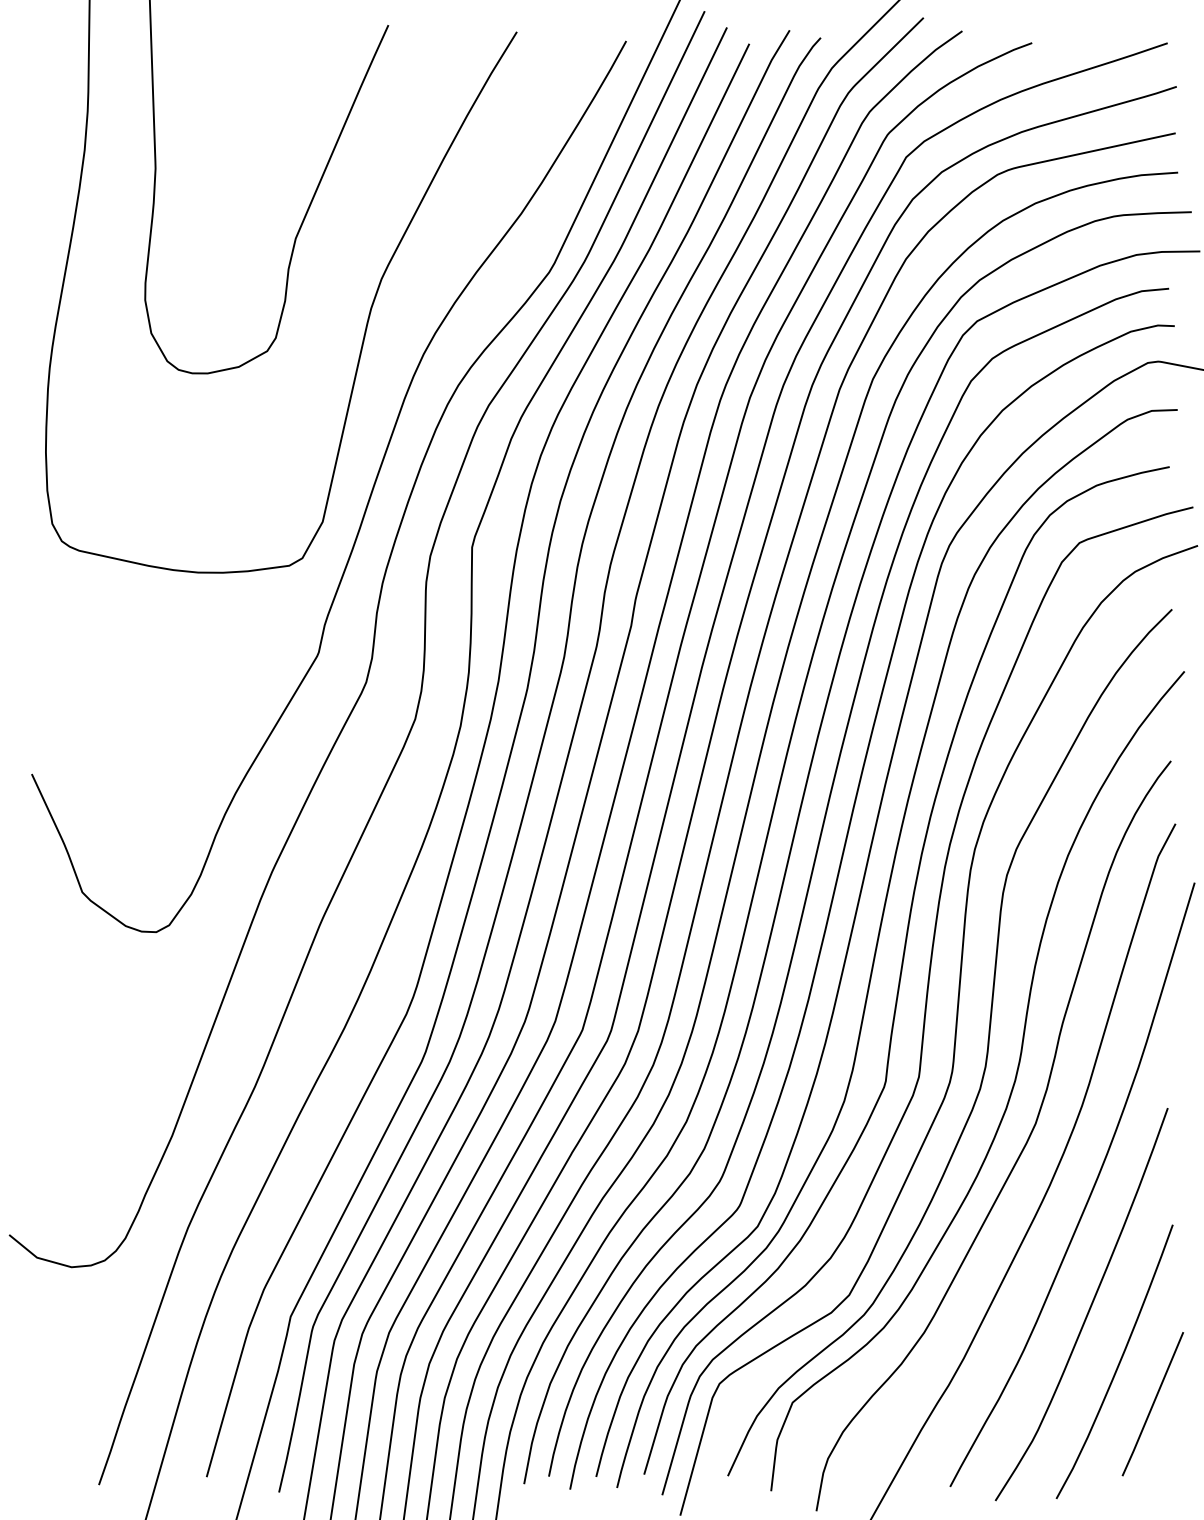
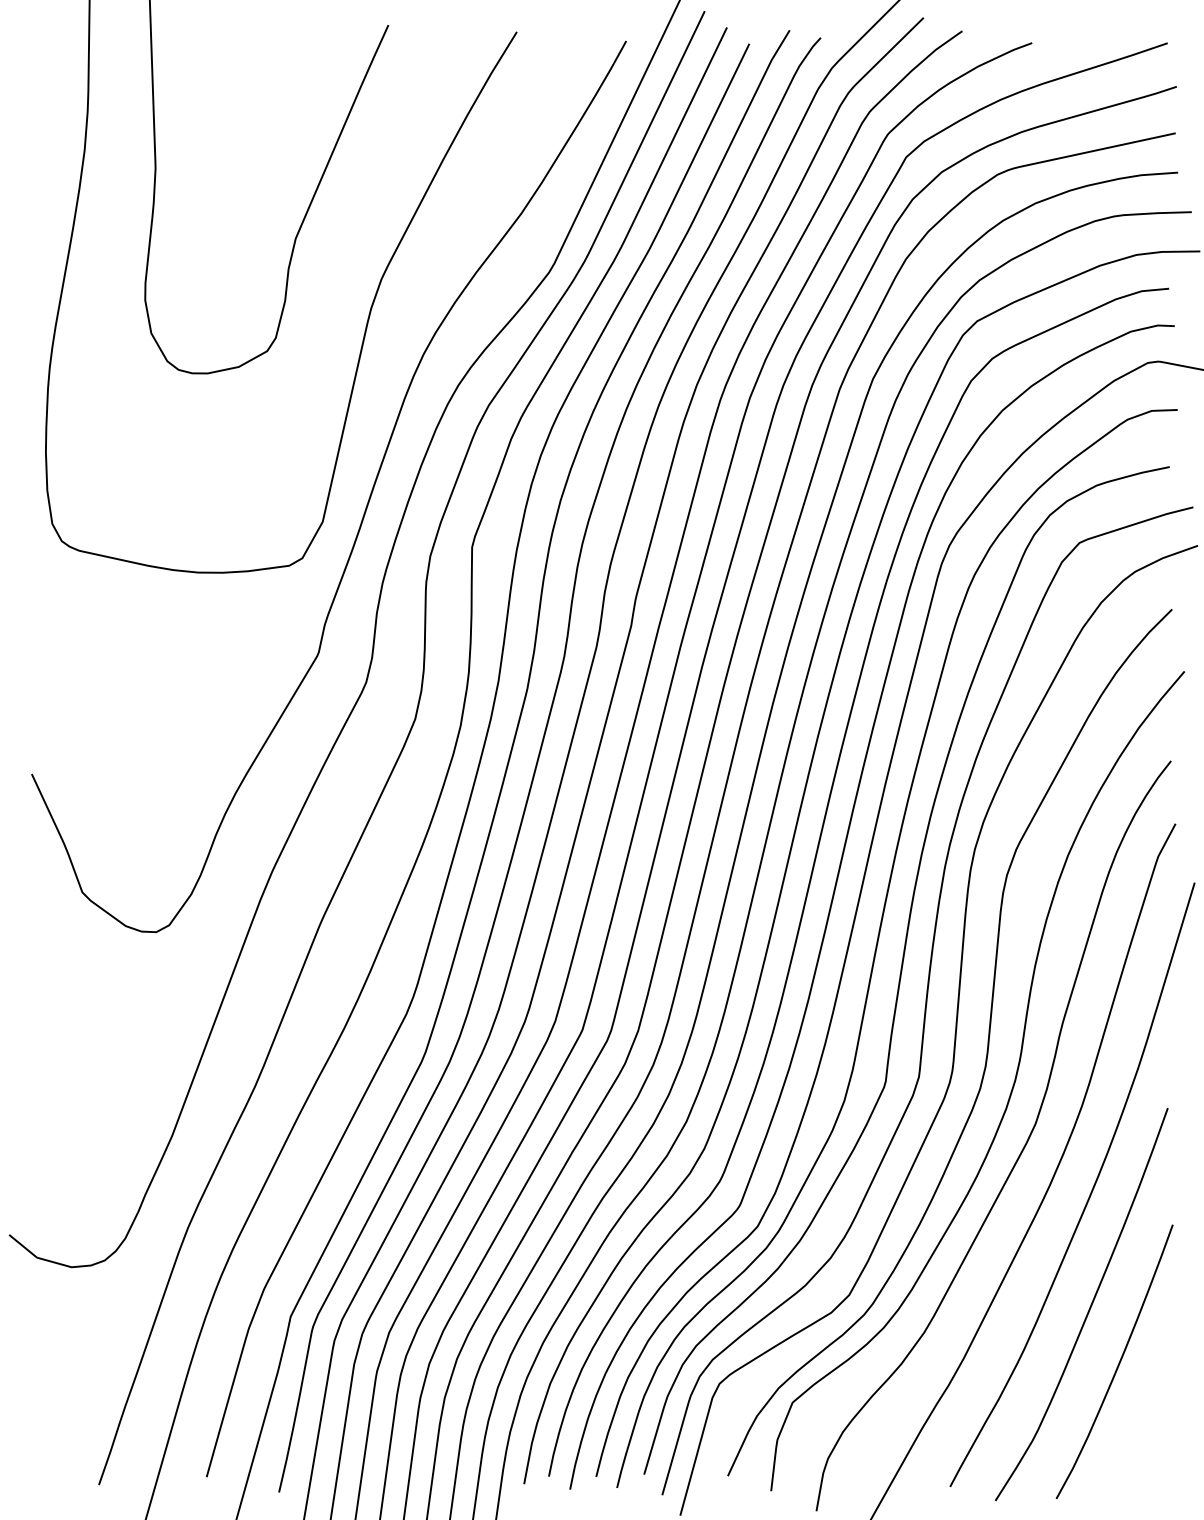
line at (1152, 1404): present -> none
